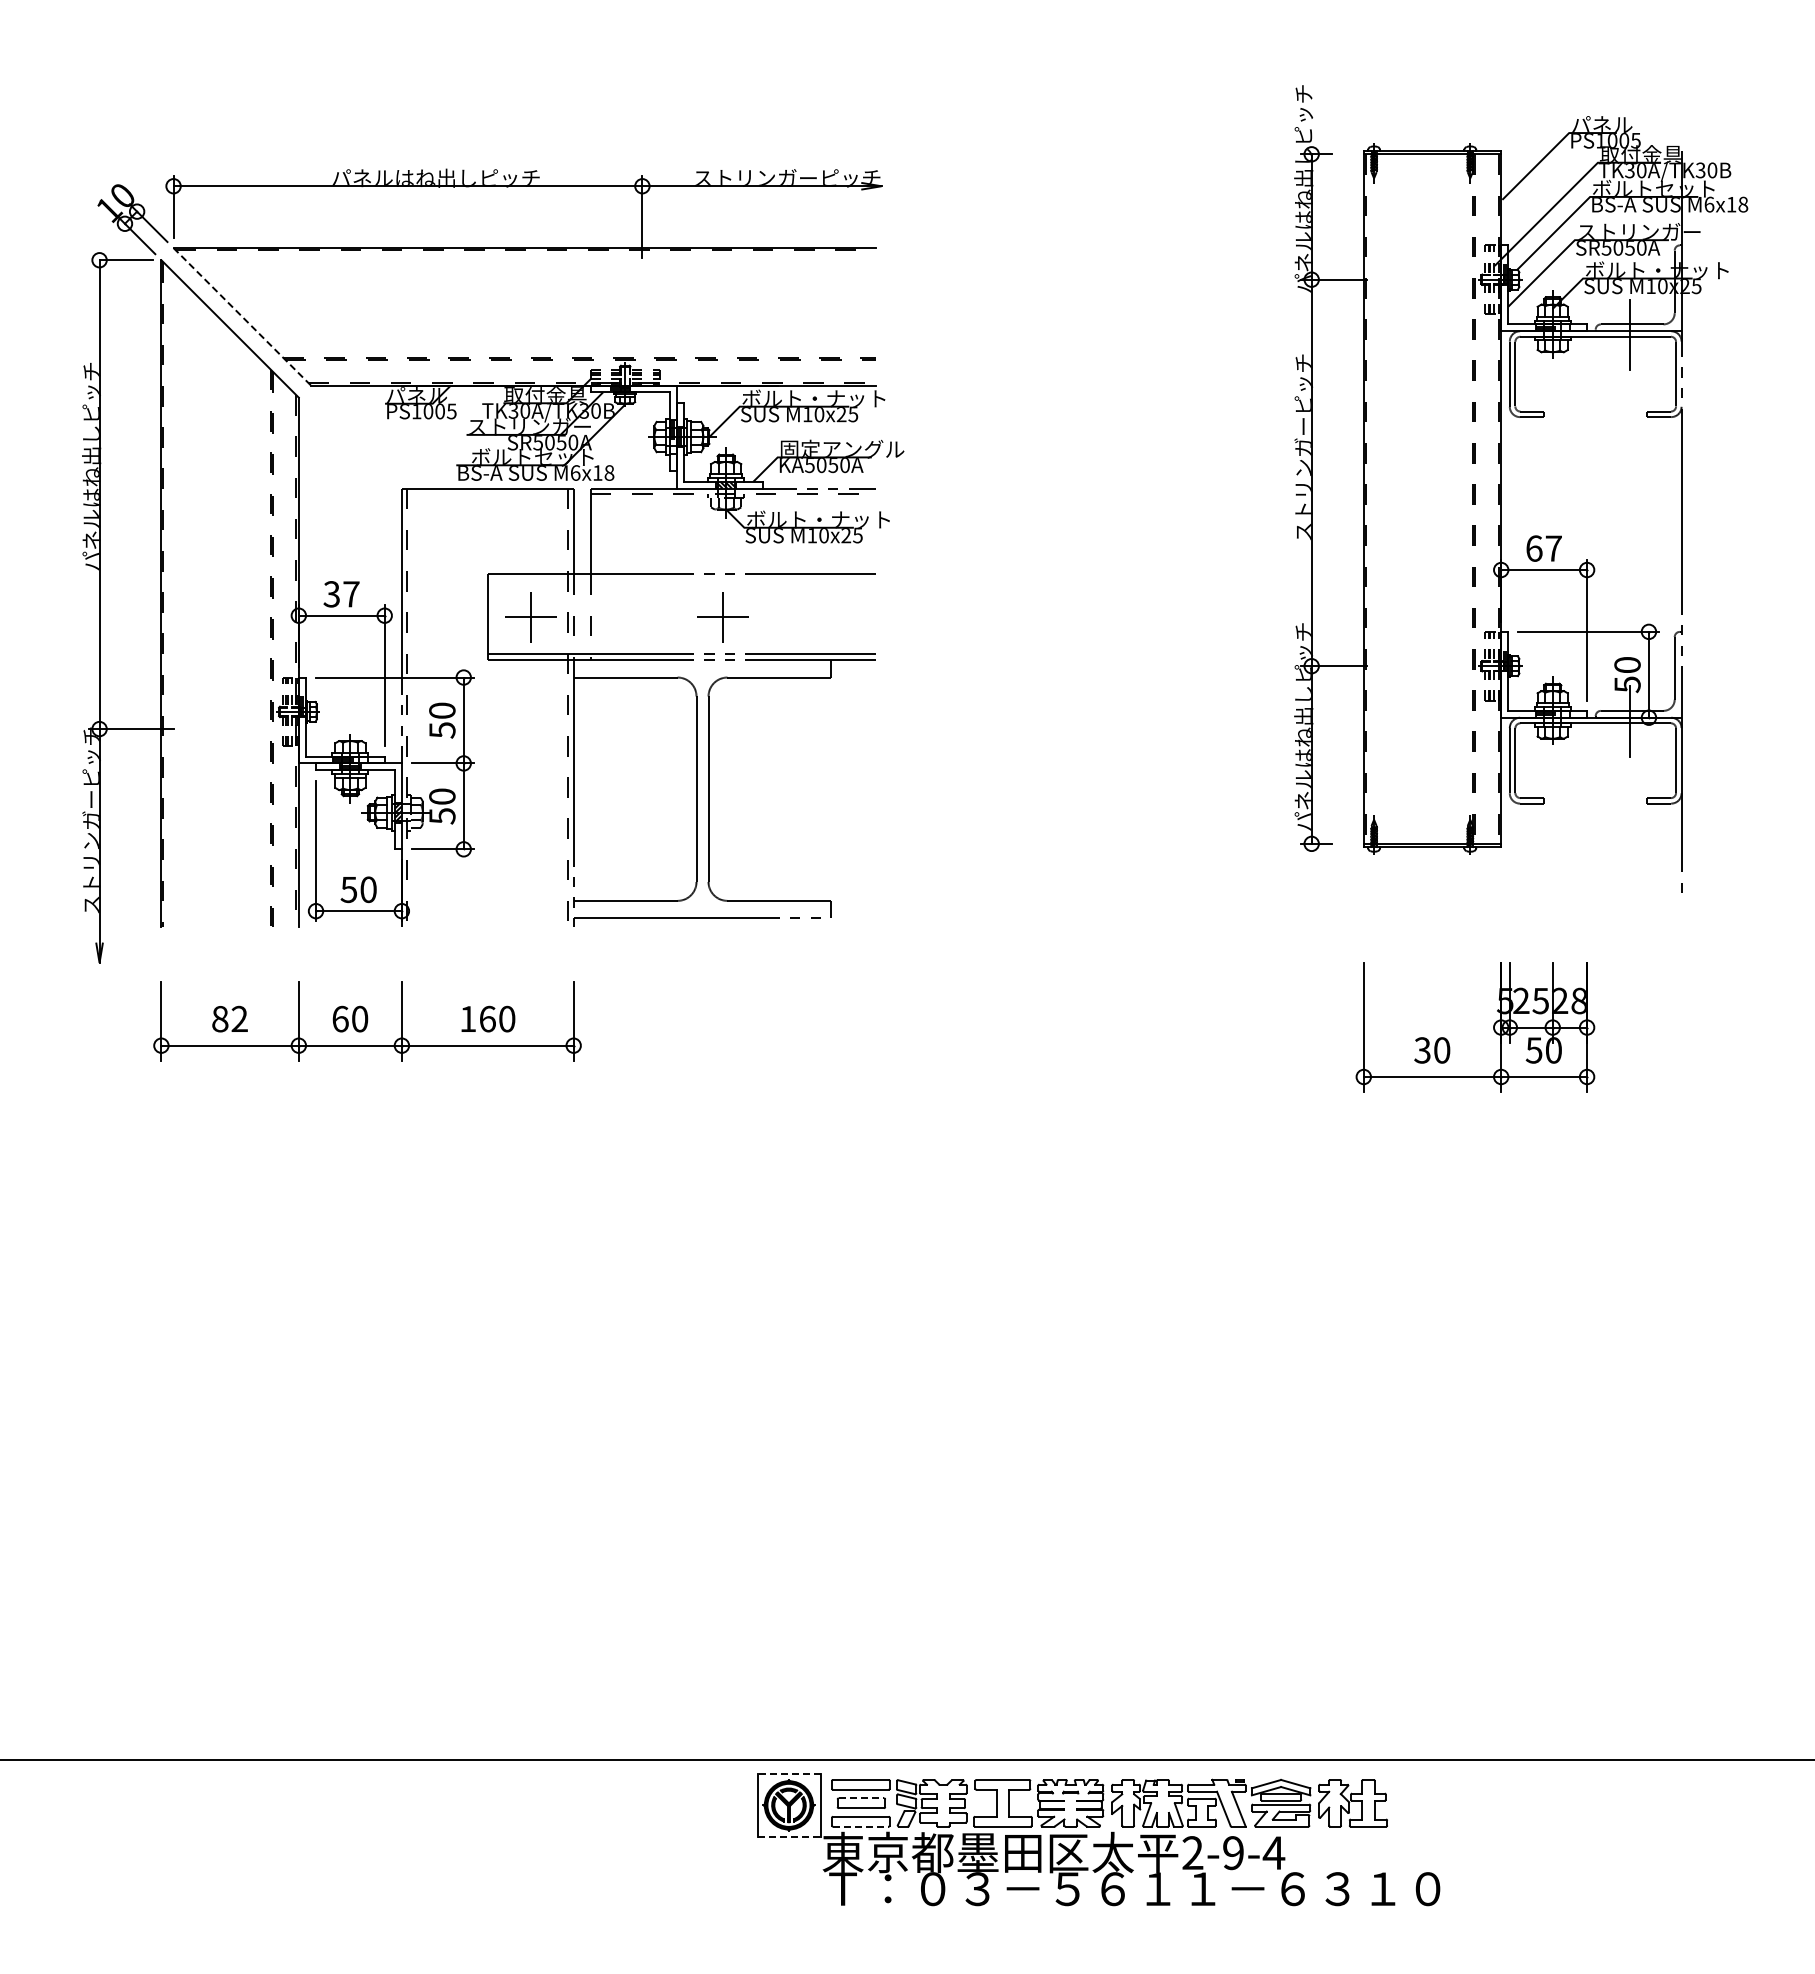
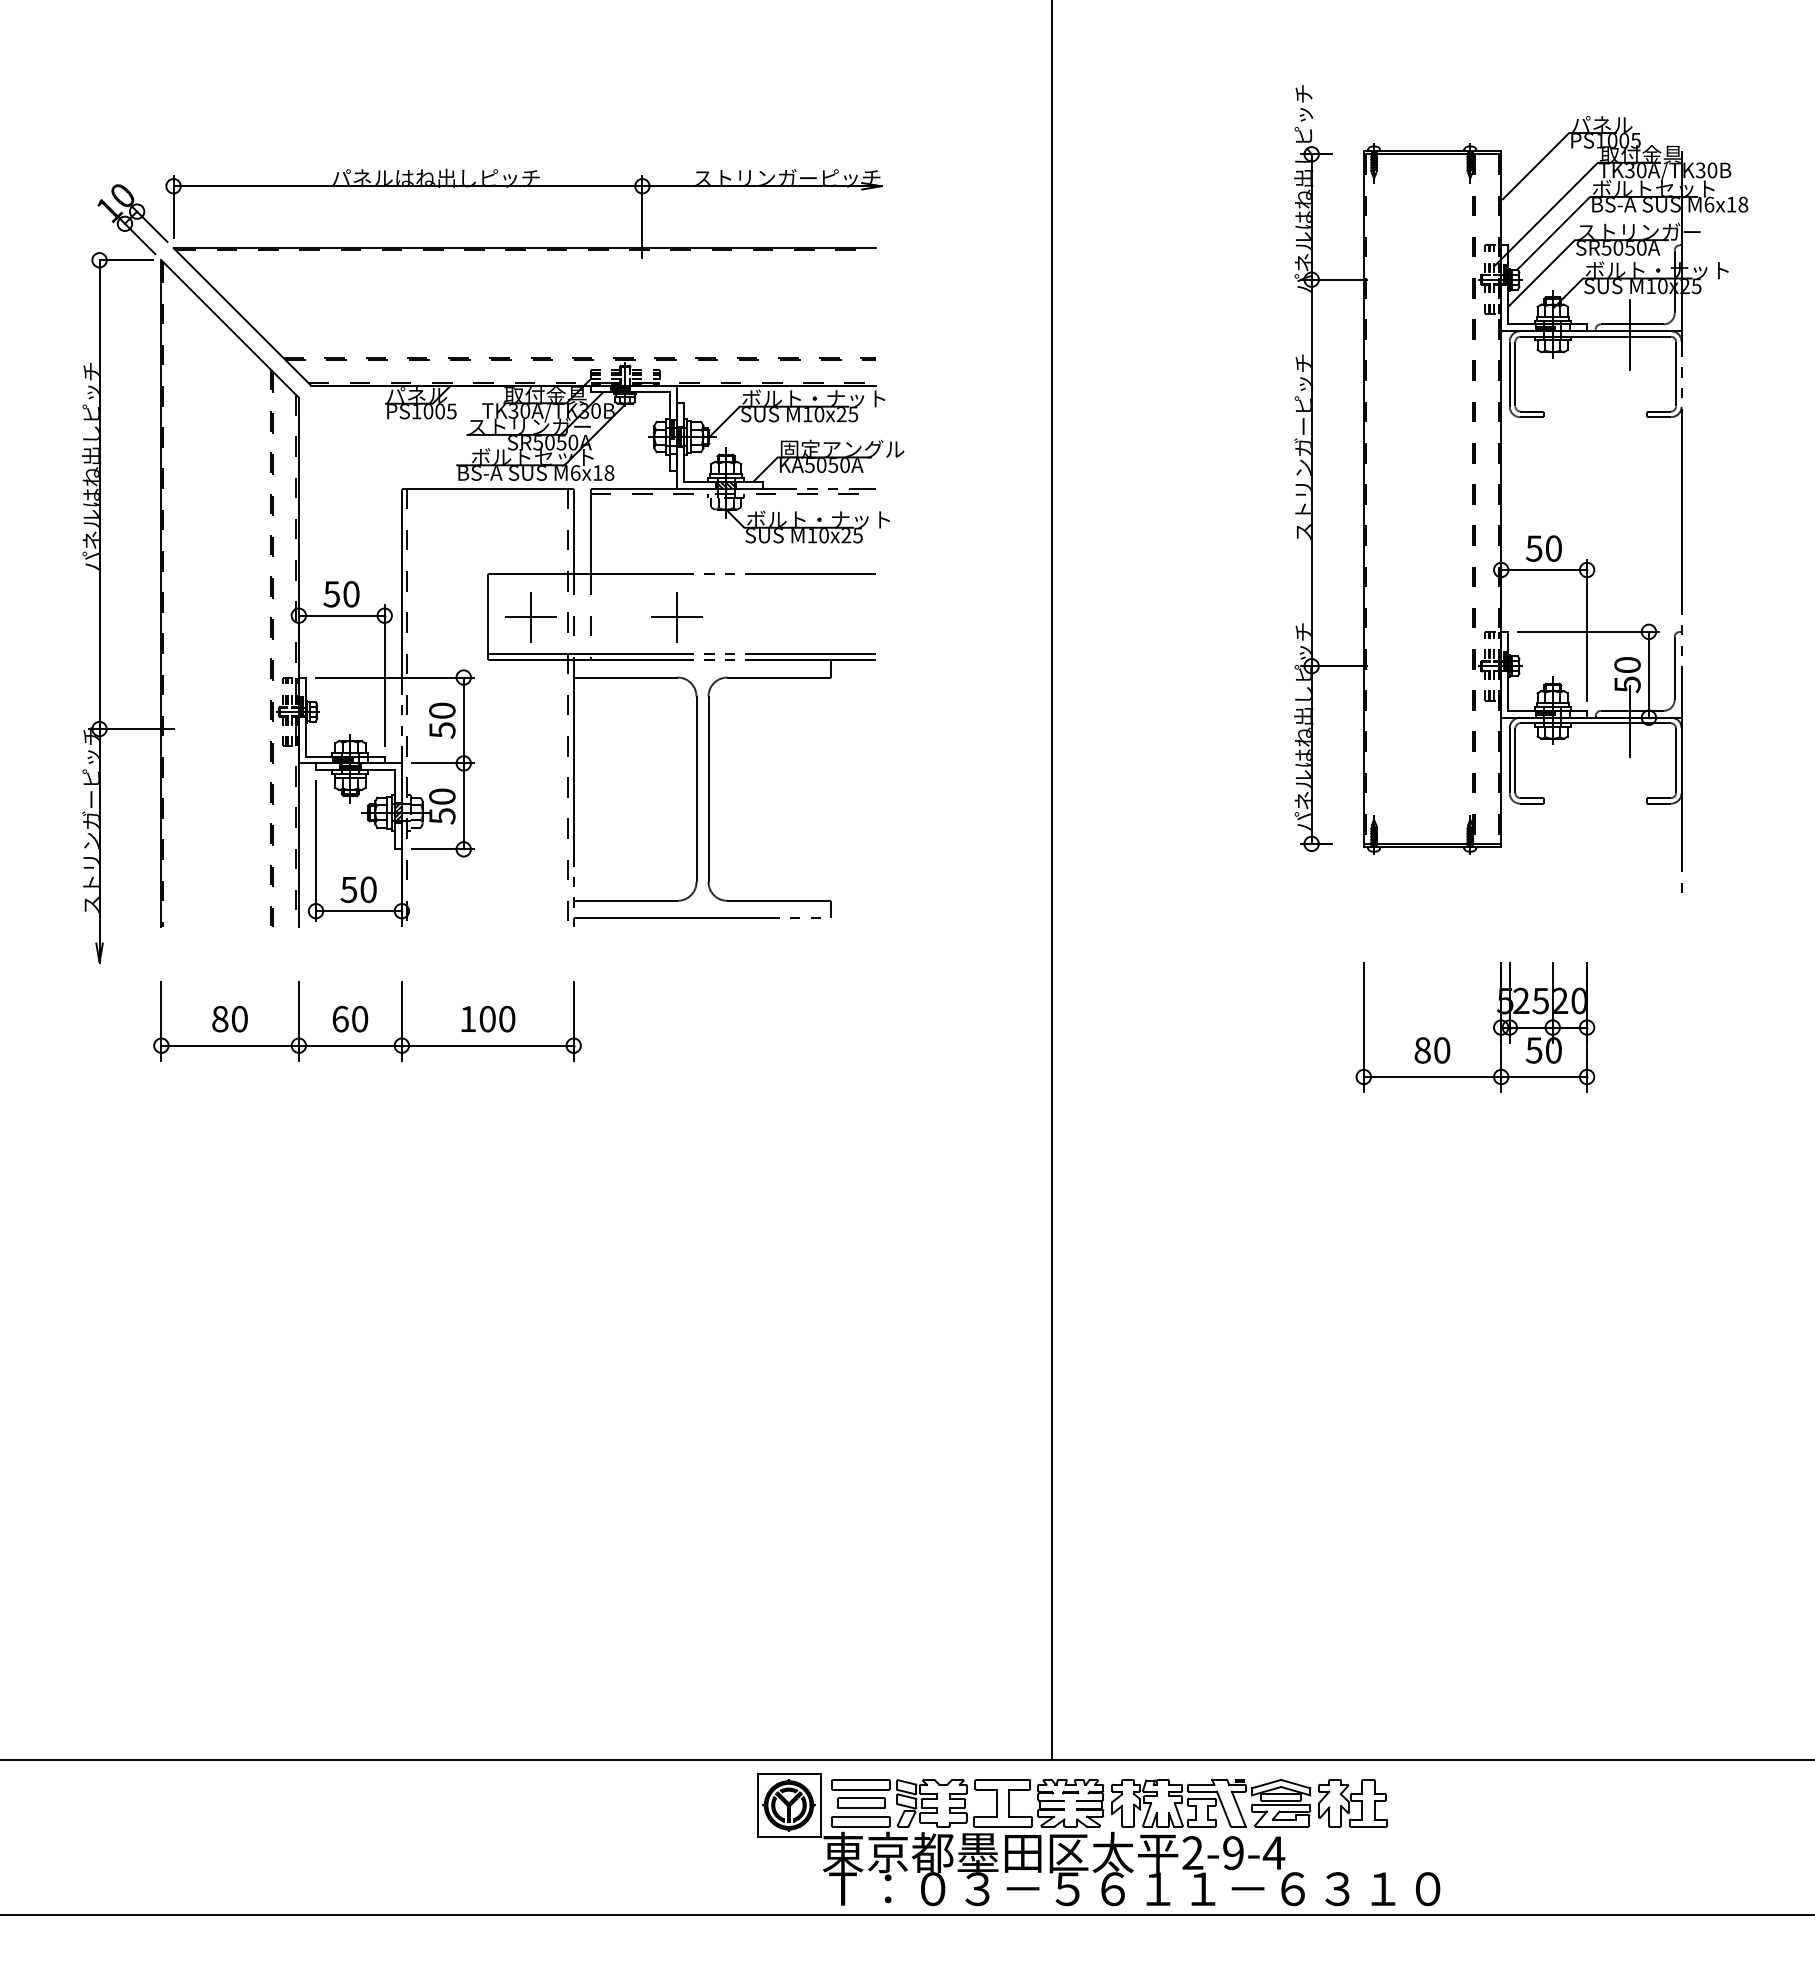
line at (242, 317): dashed -> solid
text at (1543, 548): 67 -> 50
text at (341, 594): 37 -> 50
part at (722, 617) position: (722, 617) -> (676, 617)
line at (1052, 881): none -> present
text at (1578, 1001): 28 -> 20
text at (239, 1018): 82 -> 80
text at (487, 1018): 160 -> 100
text at (1422, 1050): 30 -> 80
line at (788, 1773): dashed -> solid
line at (861, 1798): dashed -> solid
line at (860, 1826): dashed -> solid
line at (789, 1836): dashed -> solid
line at (906, 1914): none -> present
